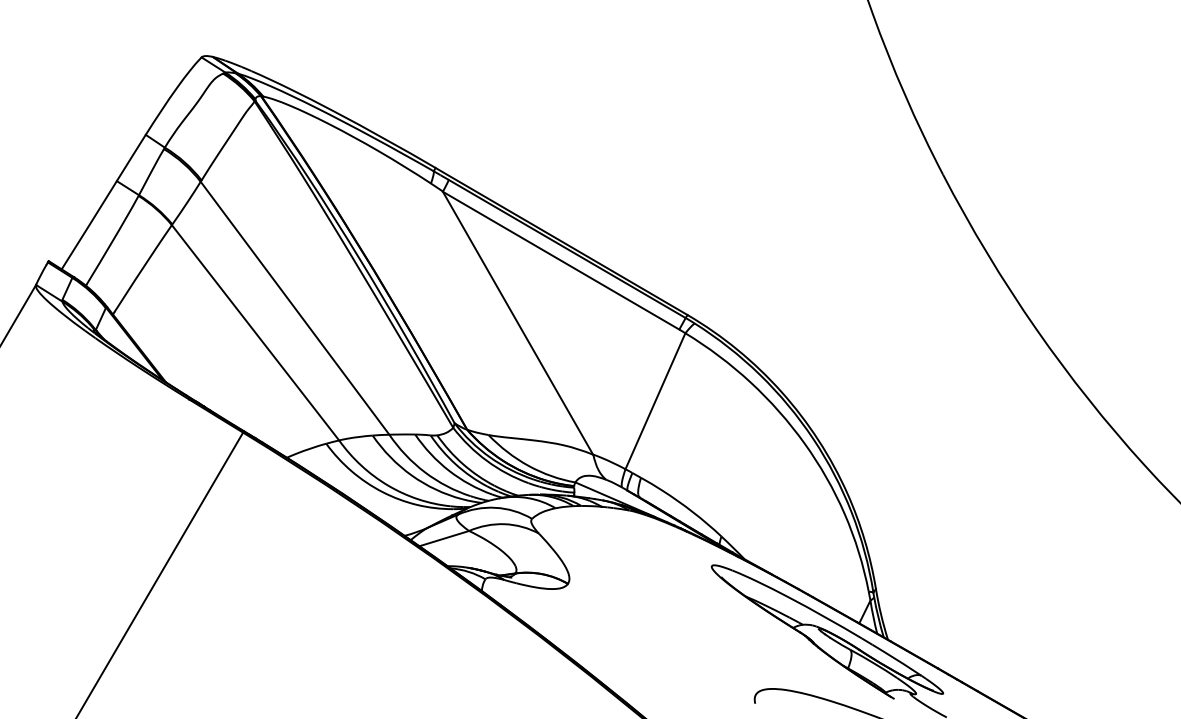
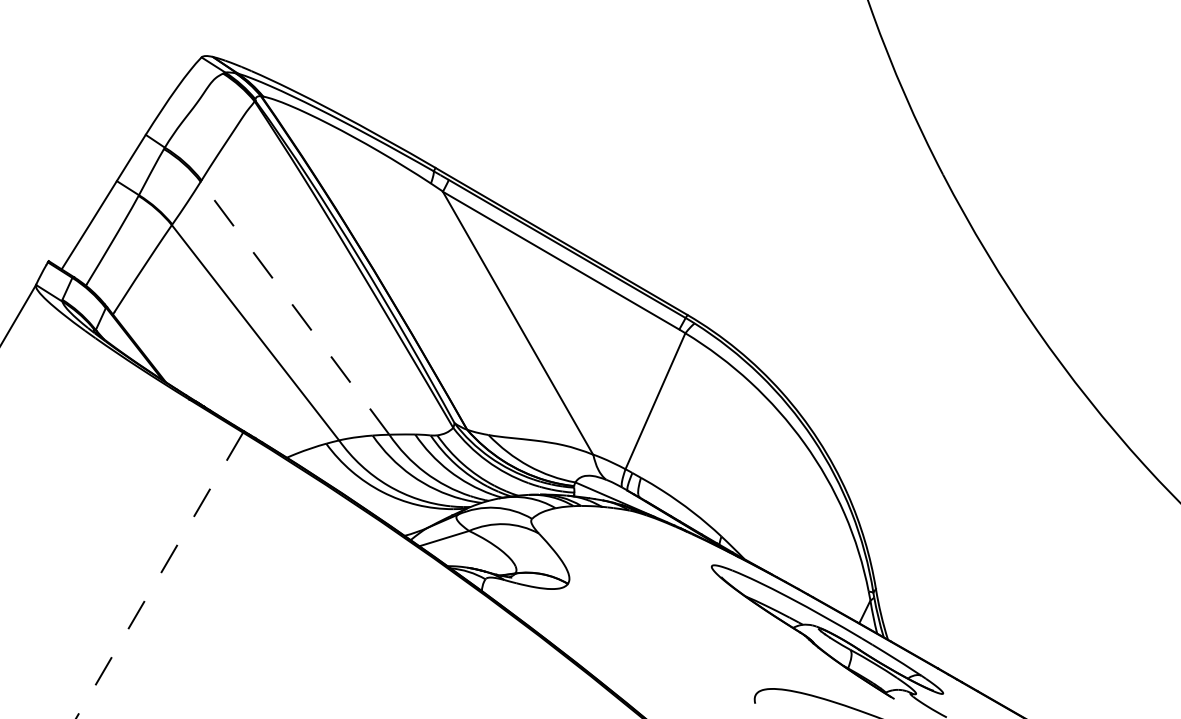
line at (295, 308): solid -> dashed
line at (159, 575): solid -> dashed
